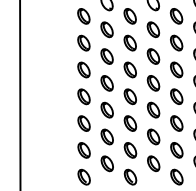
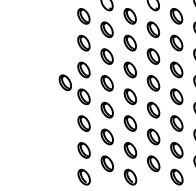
part at (64, 82): none -> present
line at (20, 94): present -> none
